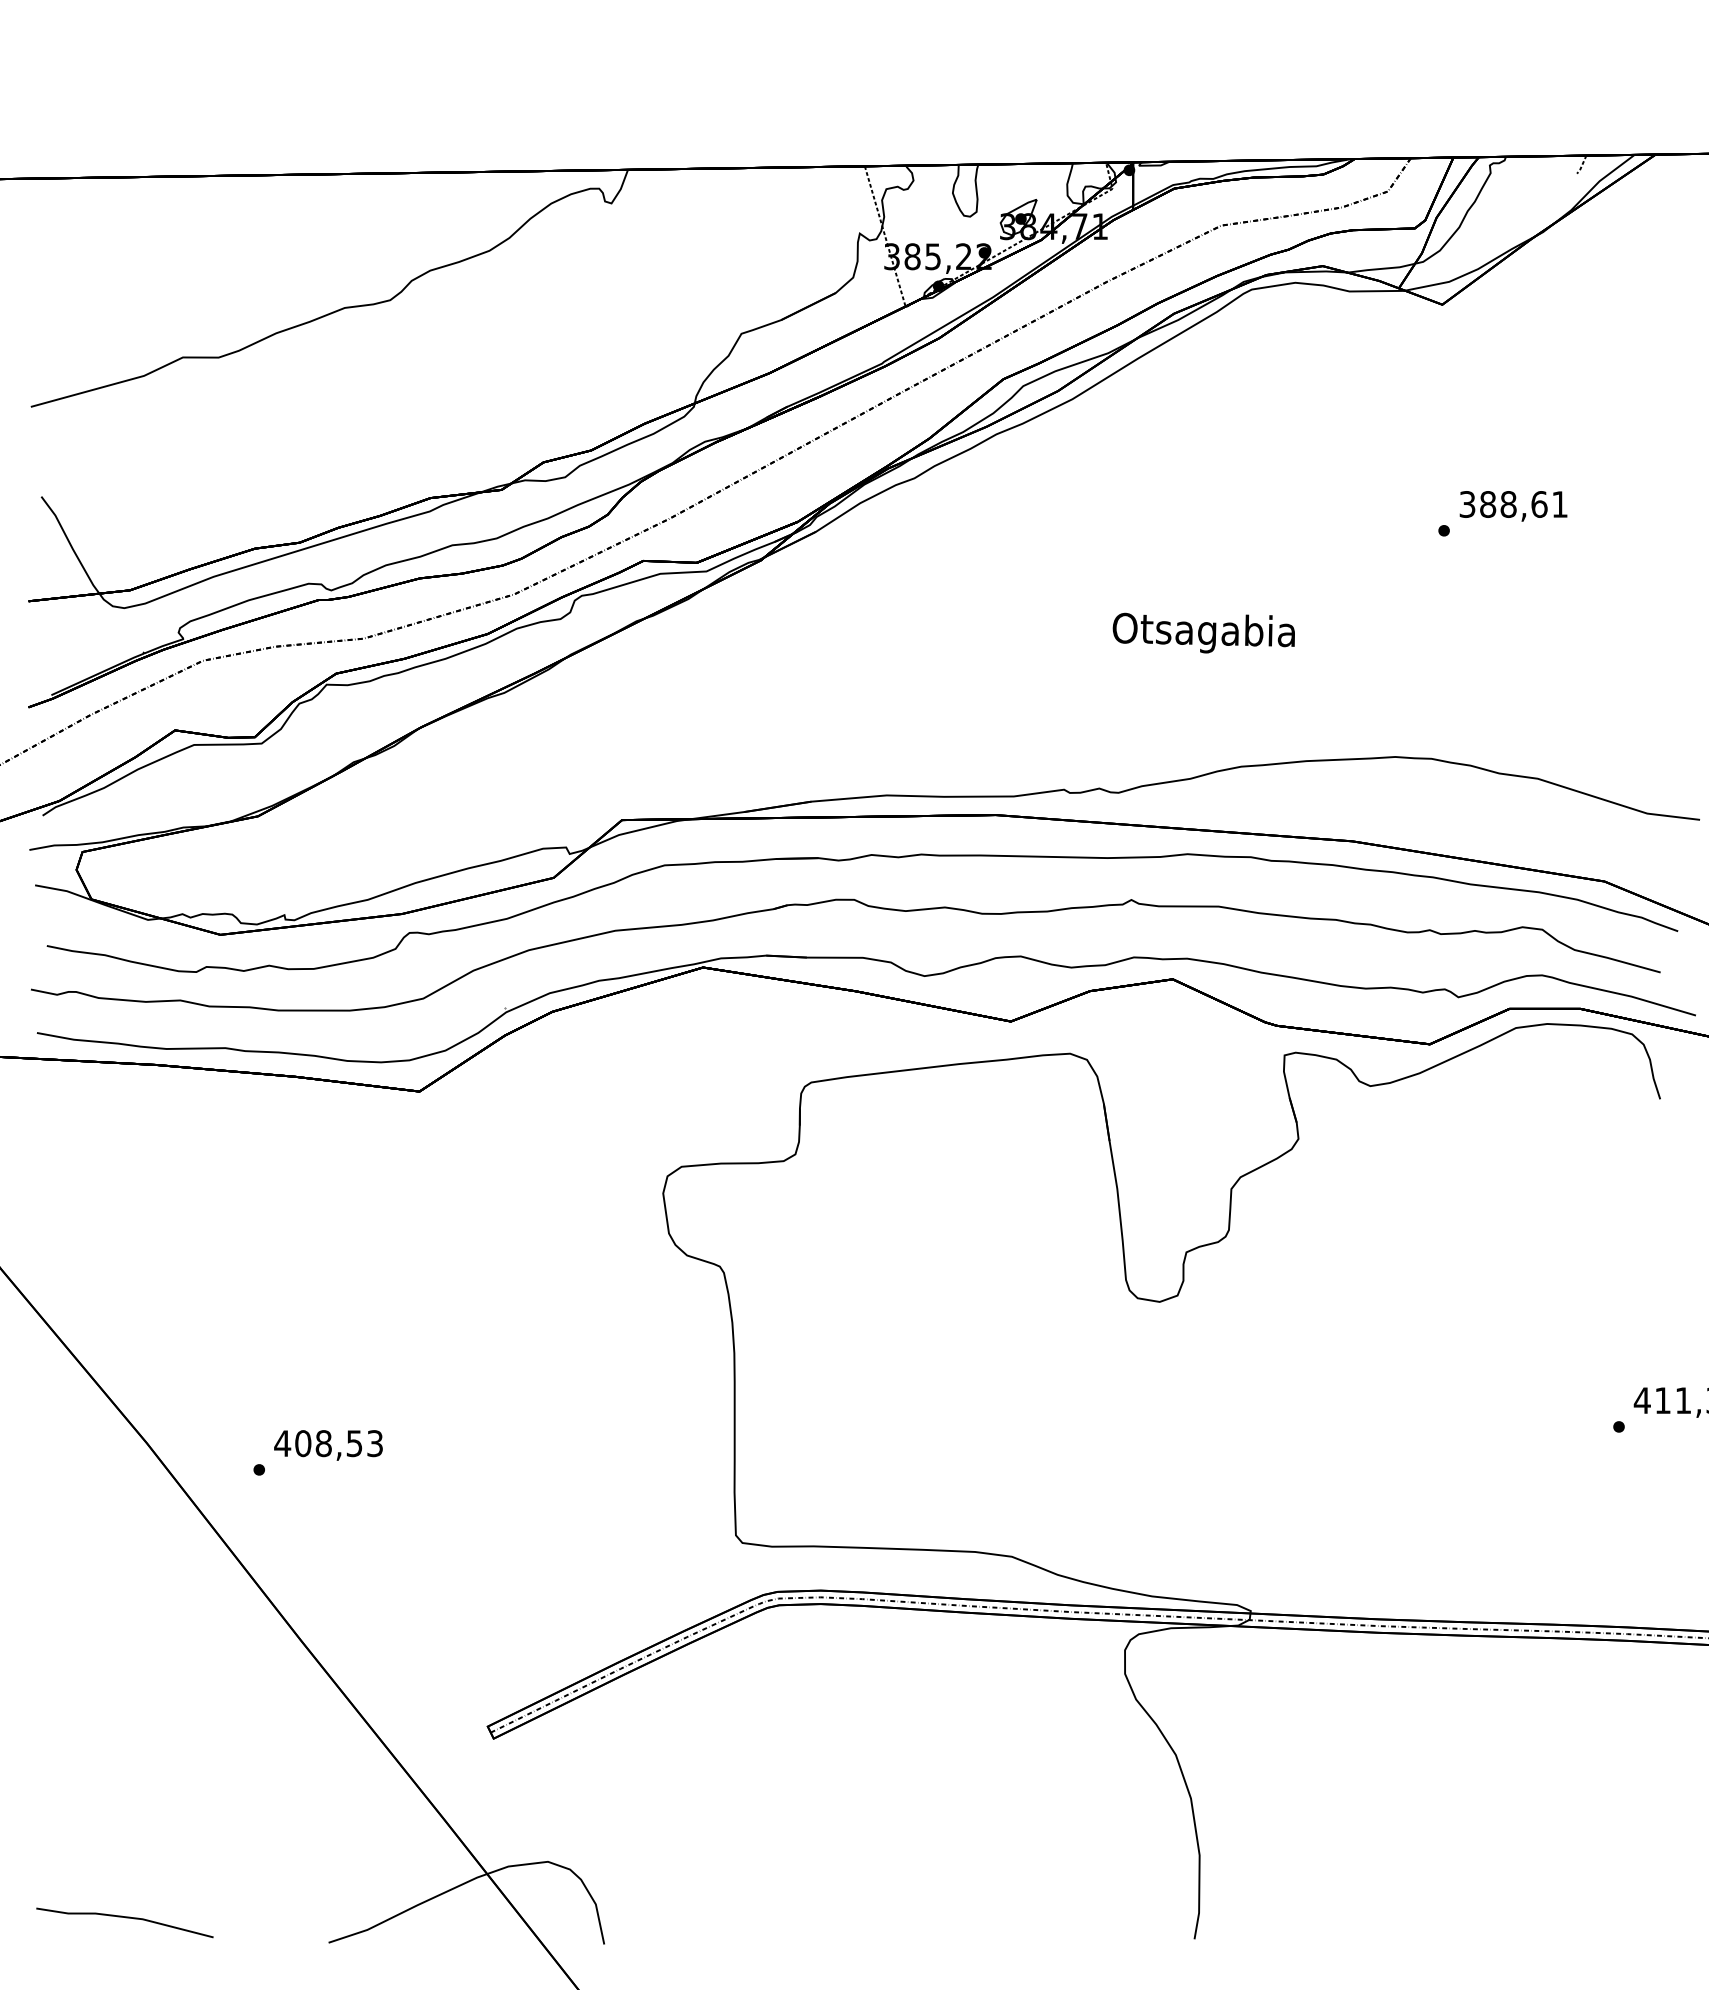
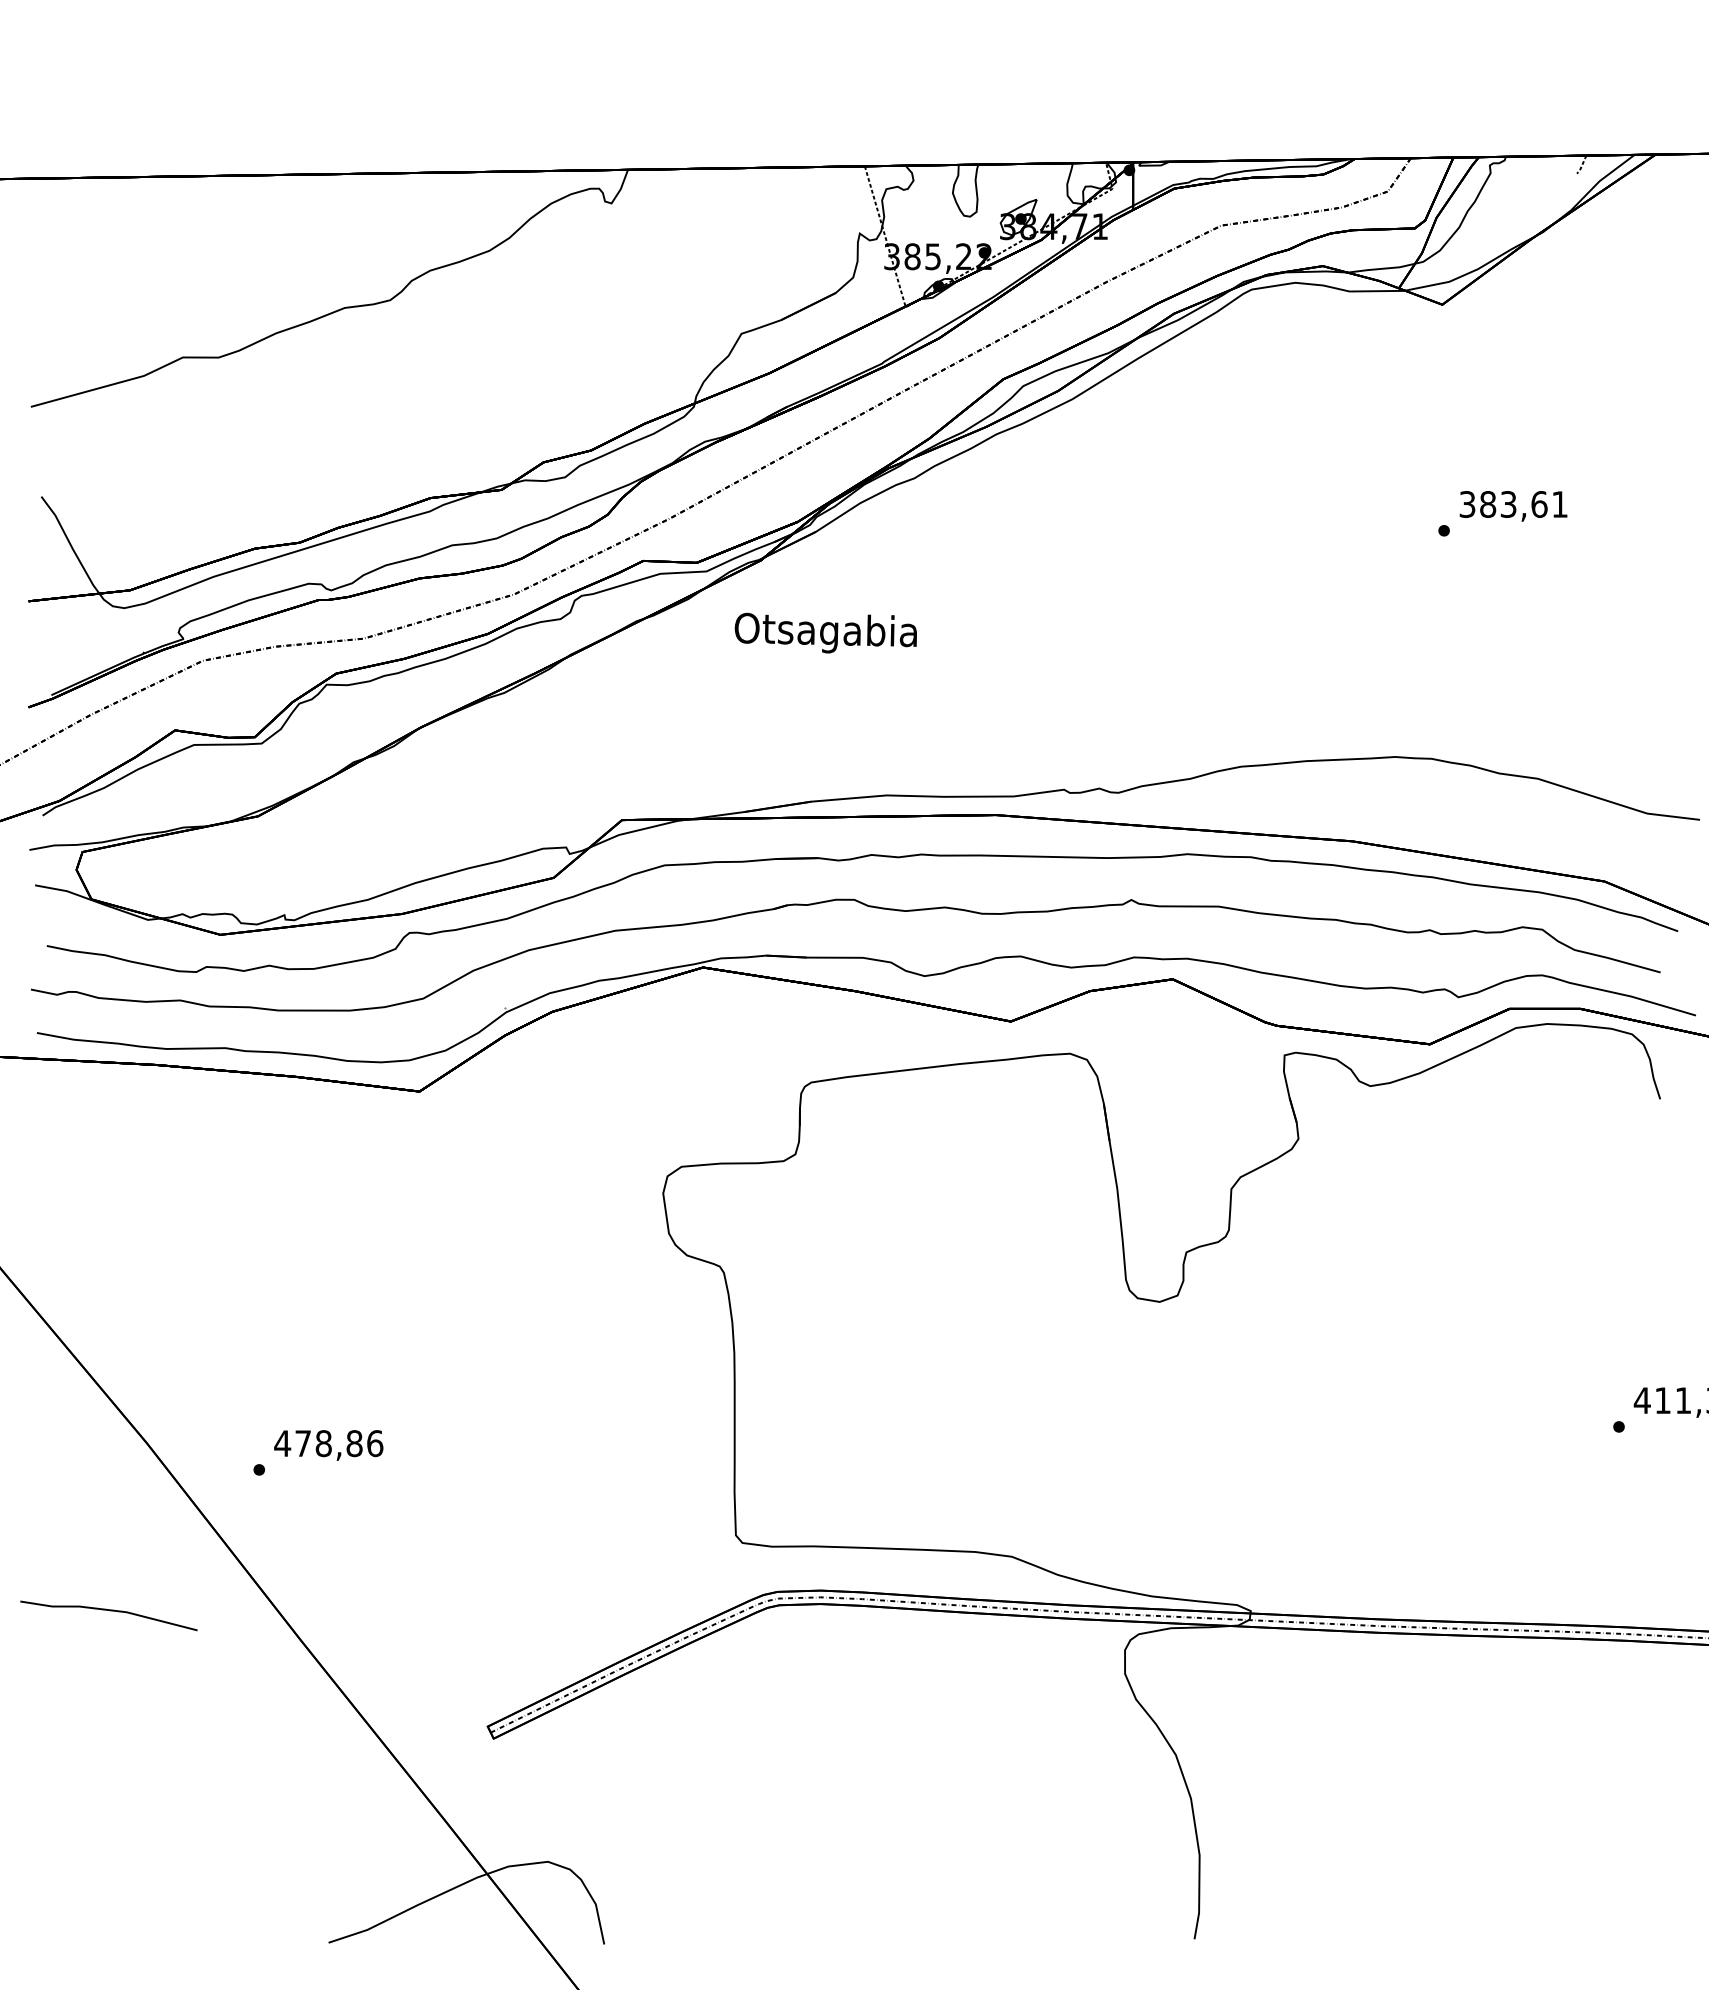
text at (1508, 504): 388,61 -> 383,61
text at (1203, 632) position: (1203, 632) -> (825, 632)
text at (339, 1443): 408,53 -> 478,86
line at (125, 1918) position: (125, 1918) -> (109, 1611)
